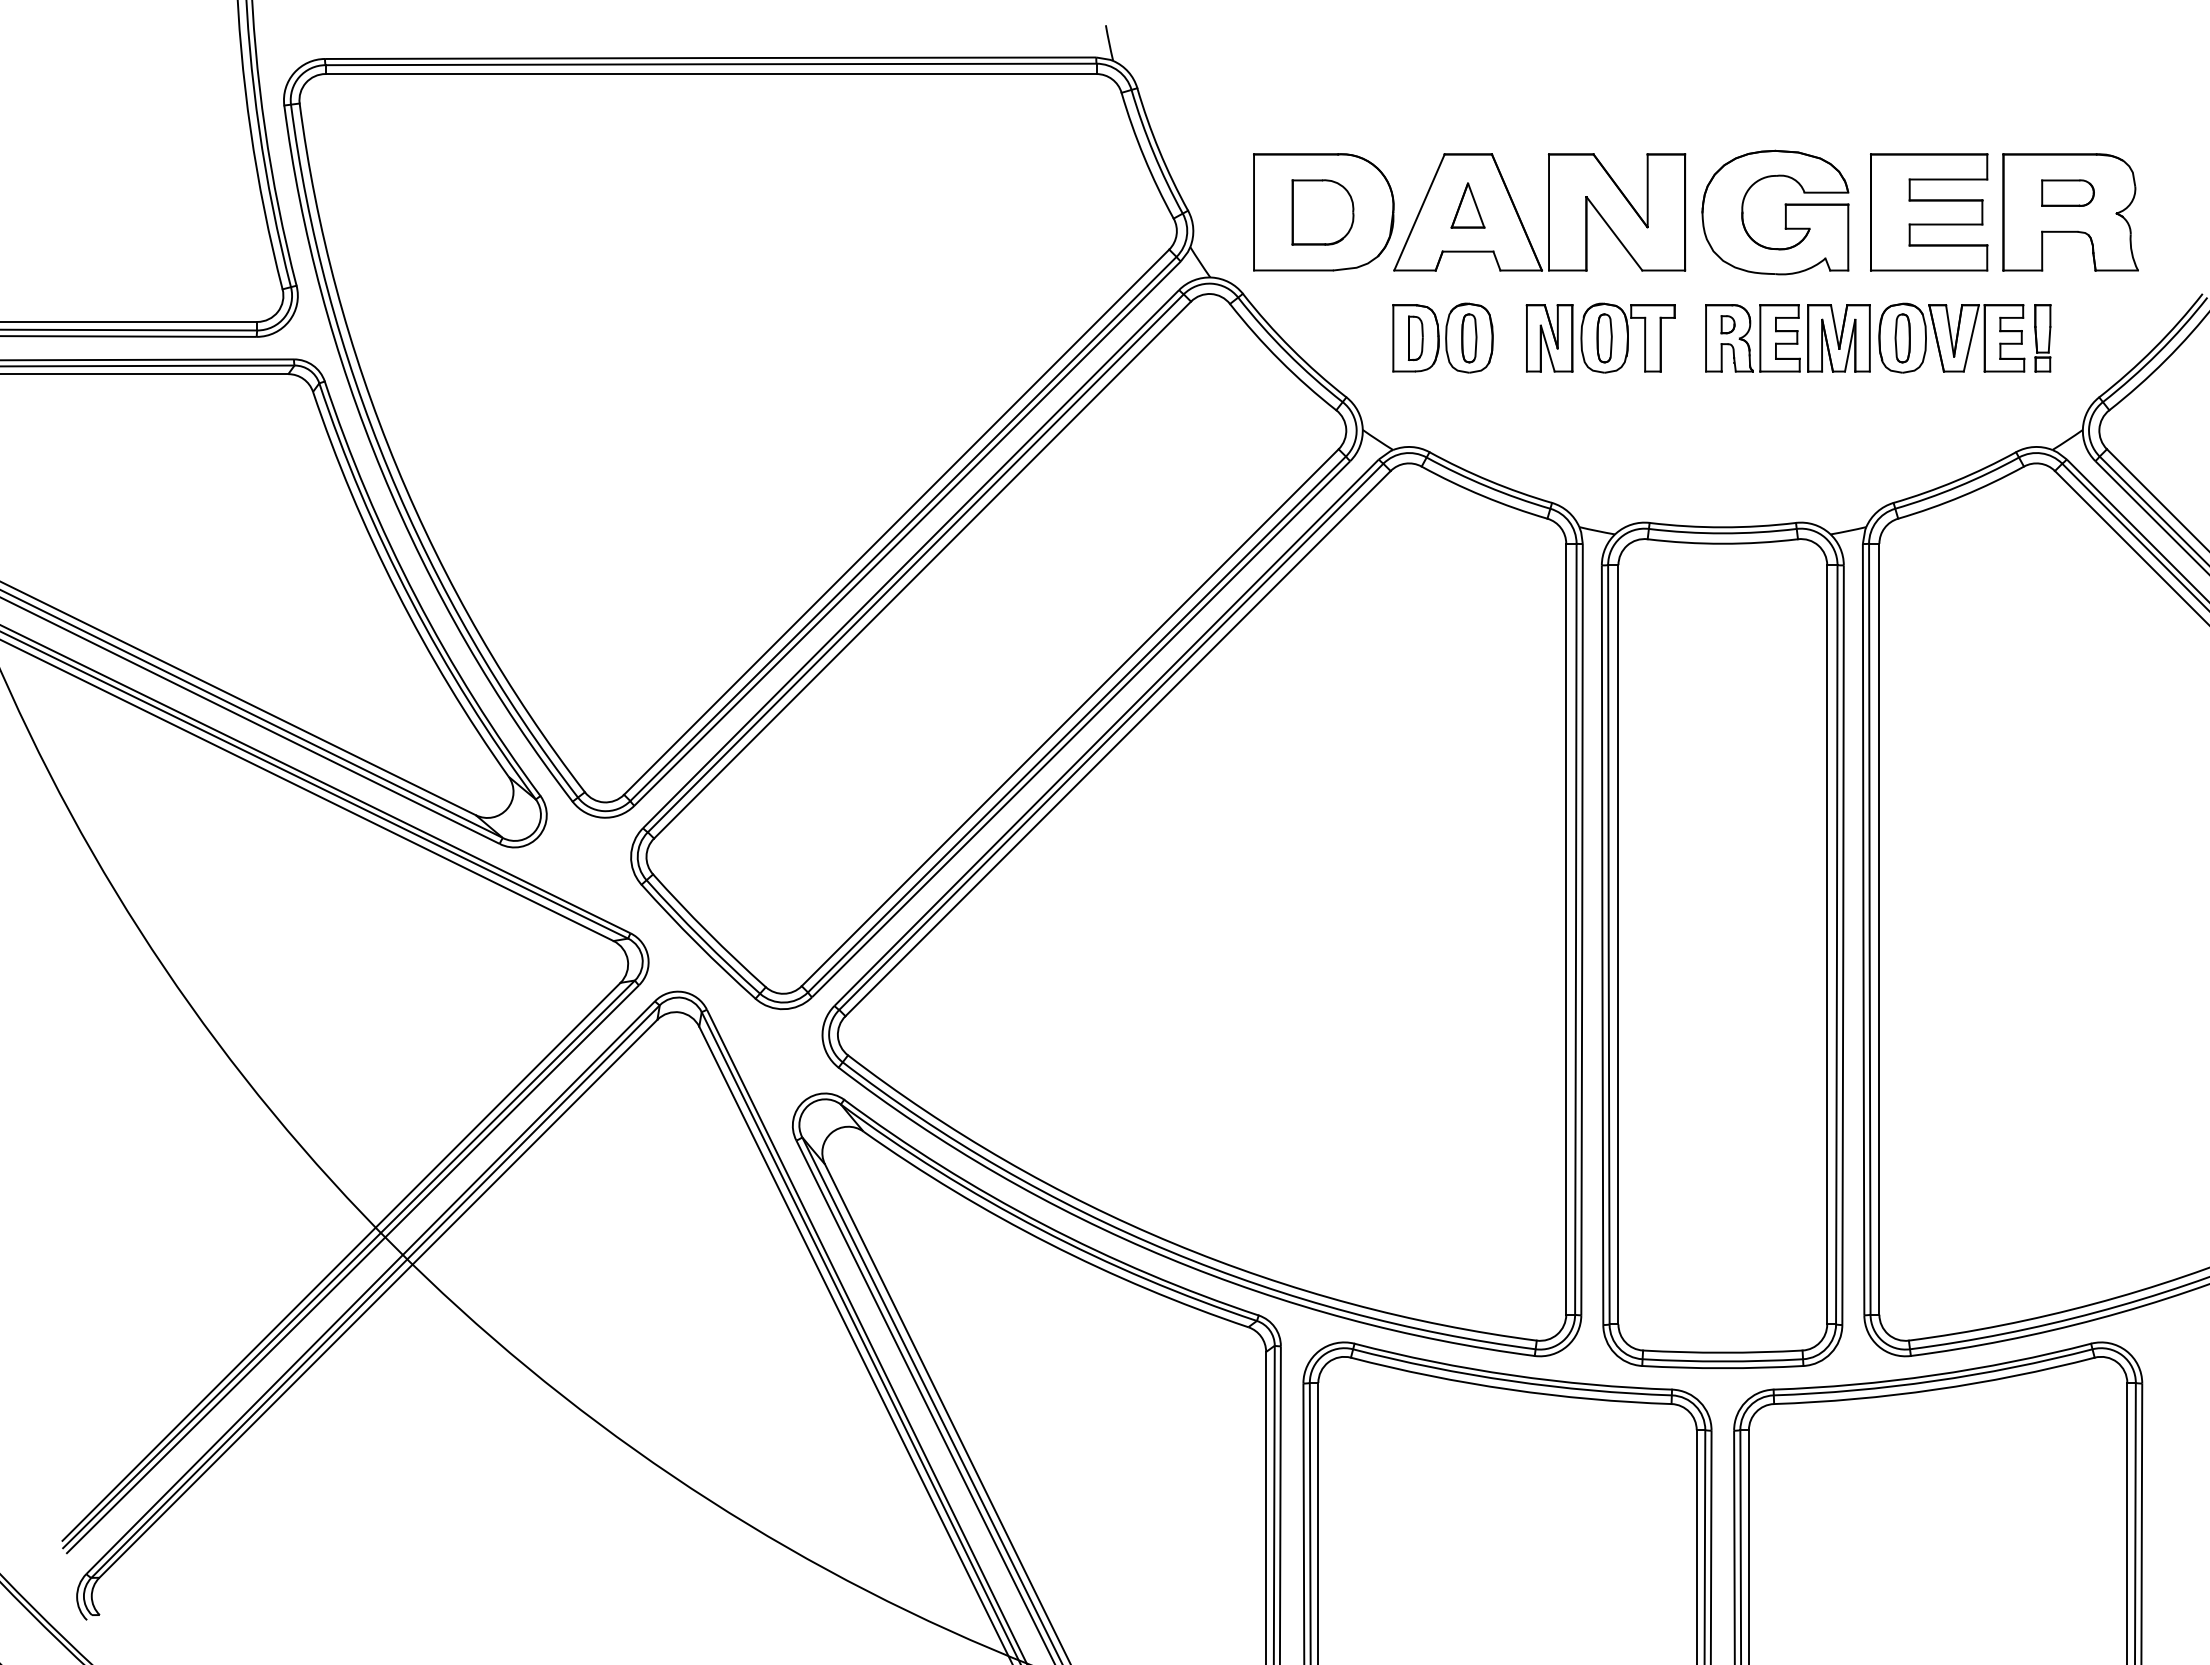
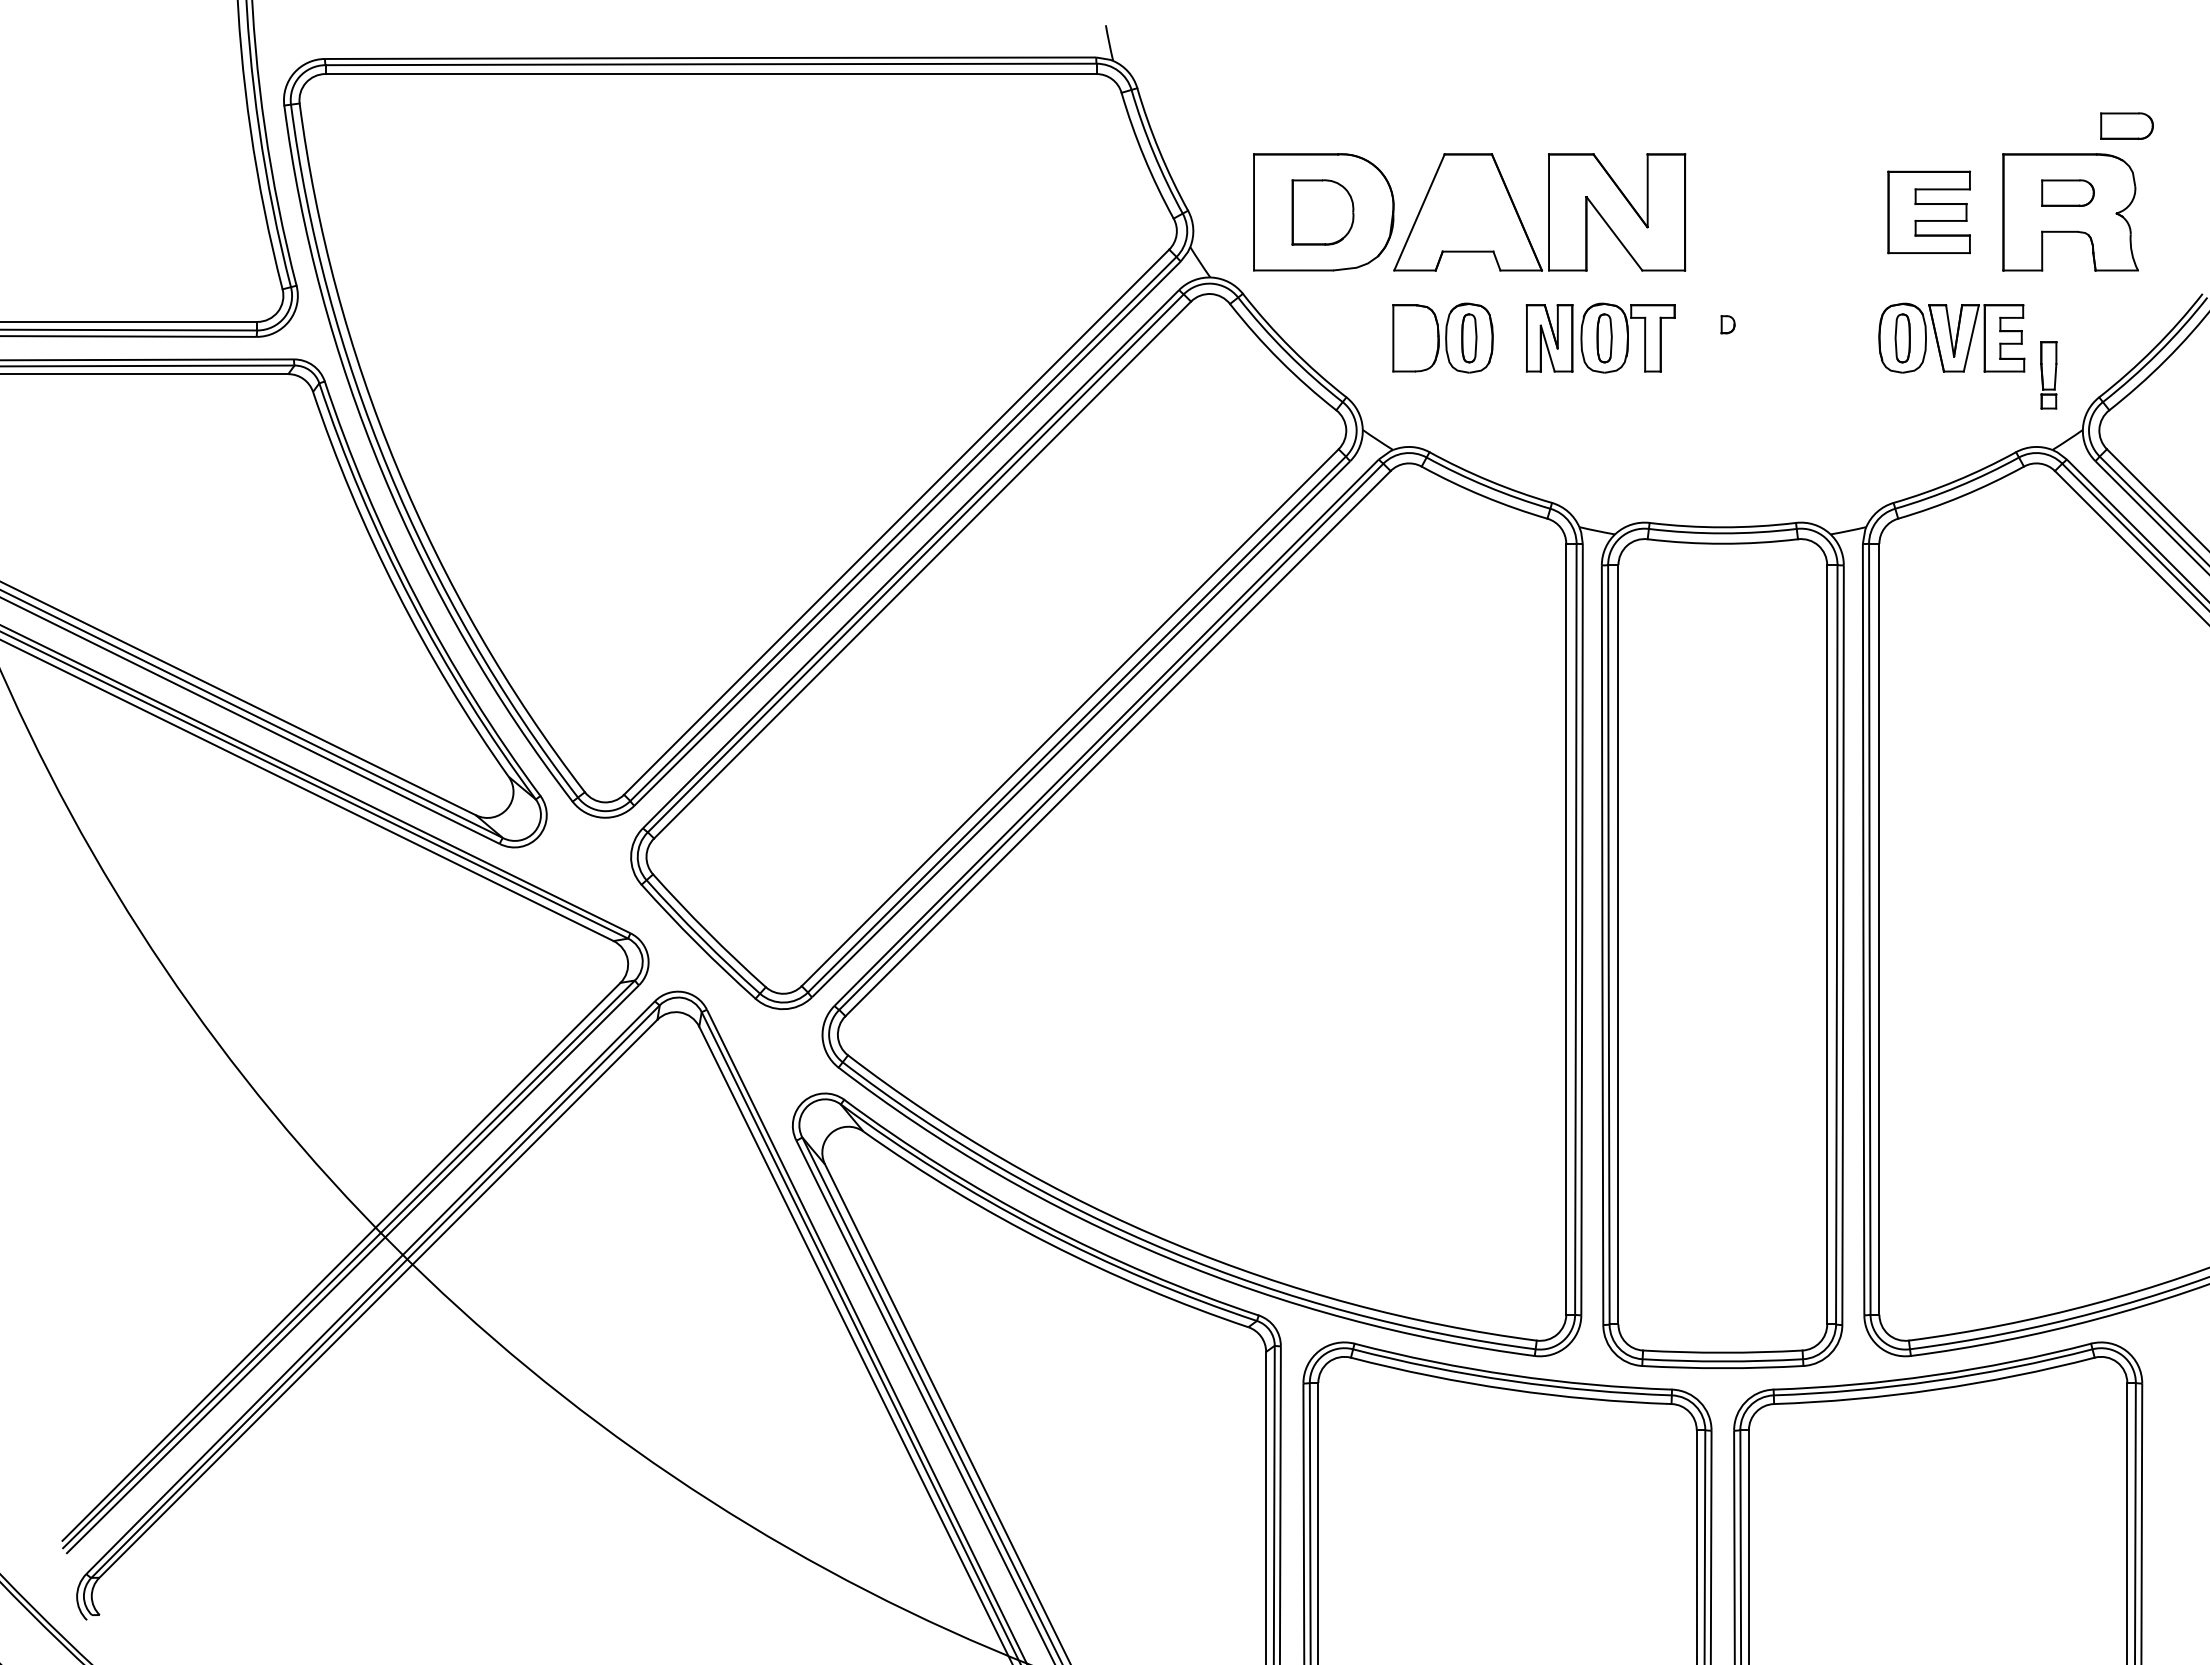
part at (2126, 125): none -> present
part at (1467, 205): present -> none
part at (1785, 212): present -> none
part at (1929, 212) size: 119x119 px -> 84x85 px
part at (1415, 338): present -> none
part at (1787, 338): present -> none
part at (2042, 338) position: (2042, 338) -> (2048, 375)
